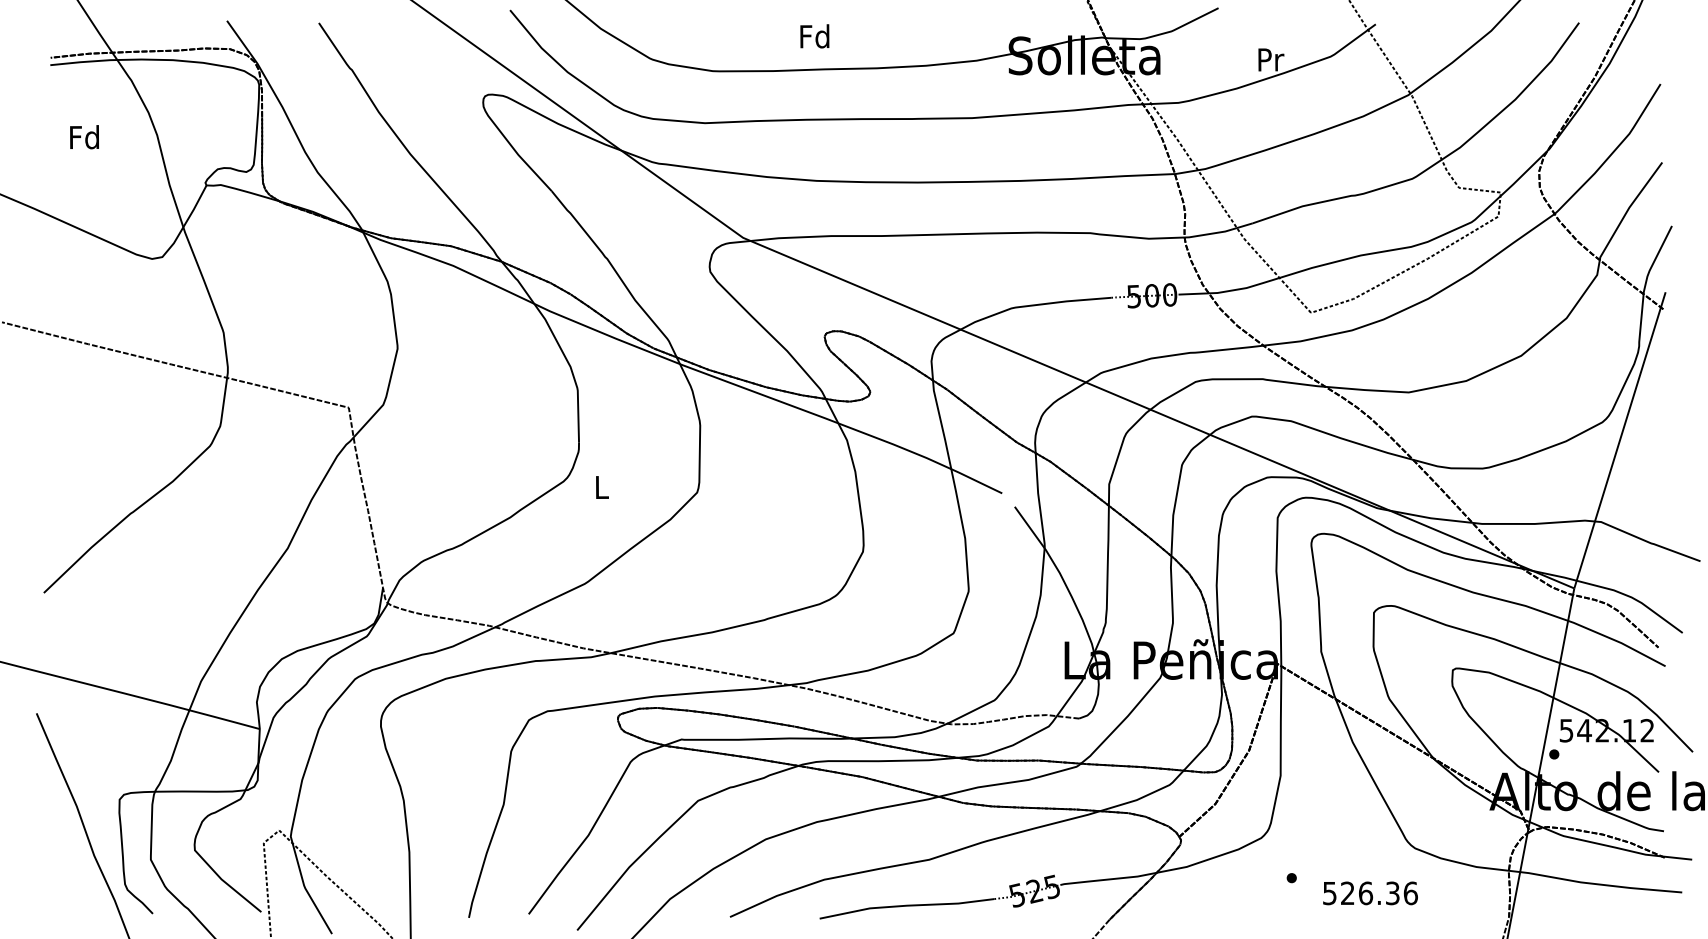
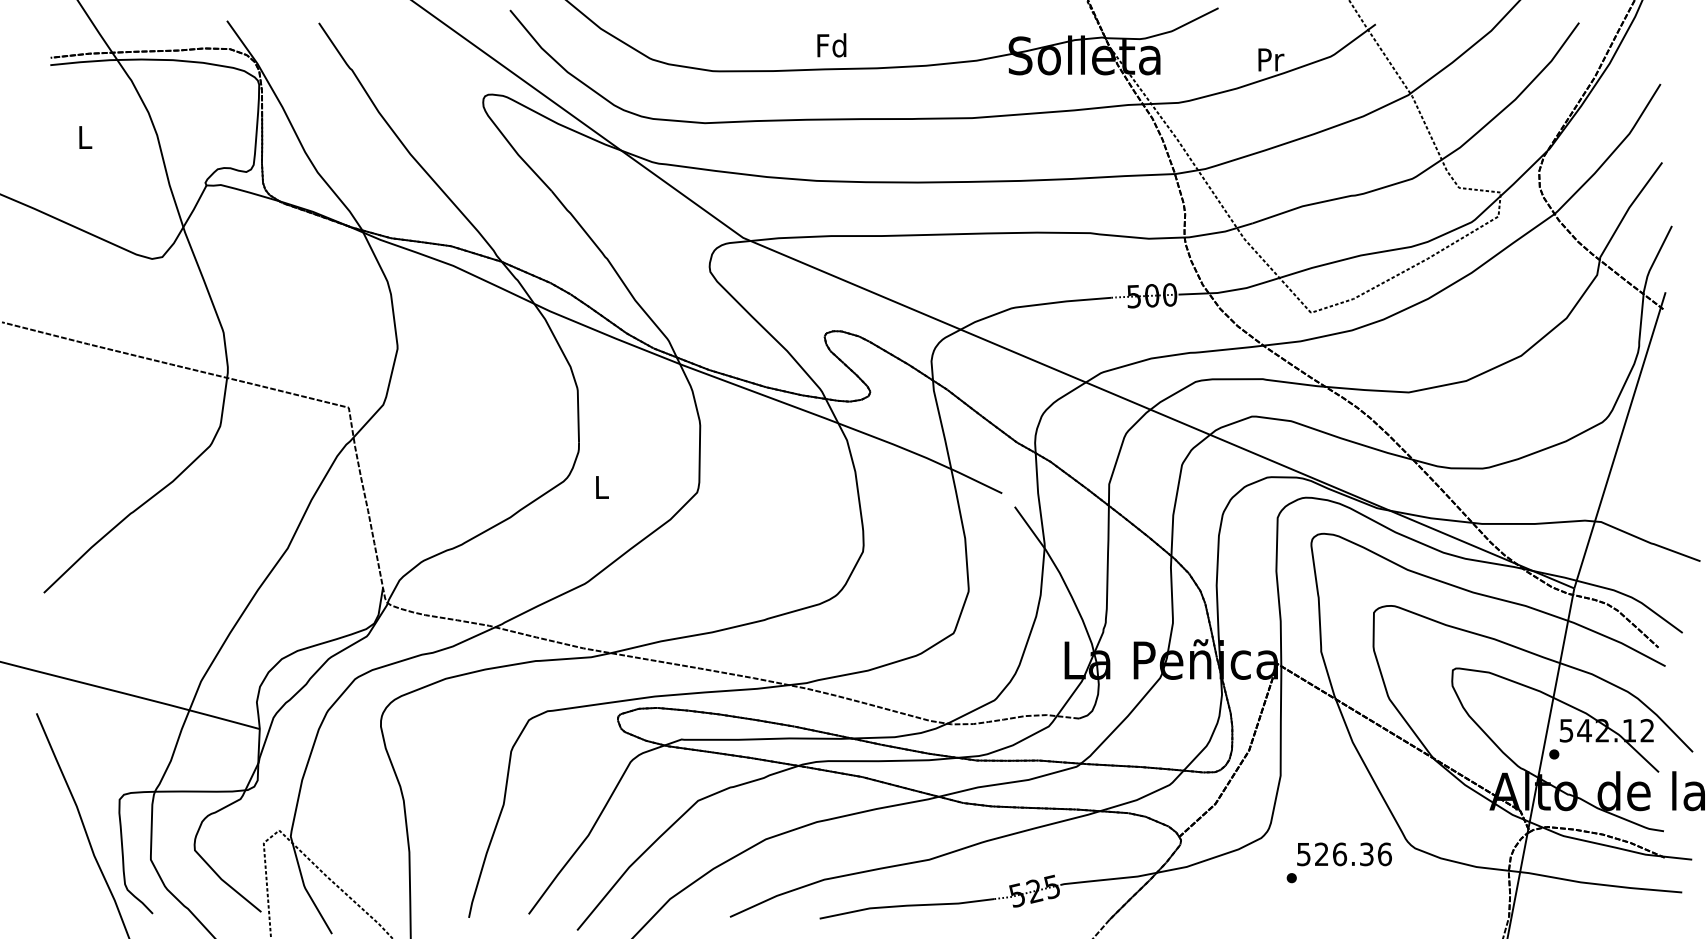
text at (814, 36) position: (814, 36) -> (831, 45)
text at (84, 137): Fd -> L
text at (1370, 893) position: (1370, 893) -> (1344, 854)
